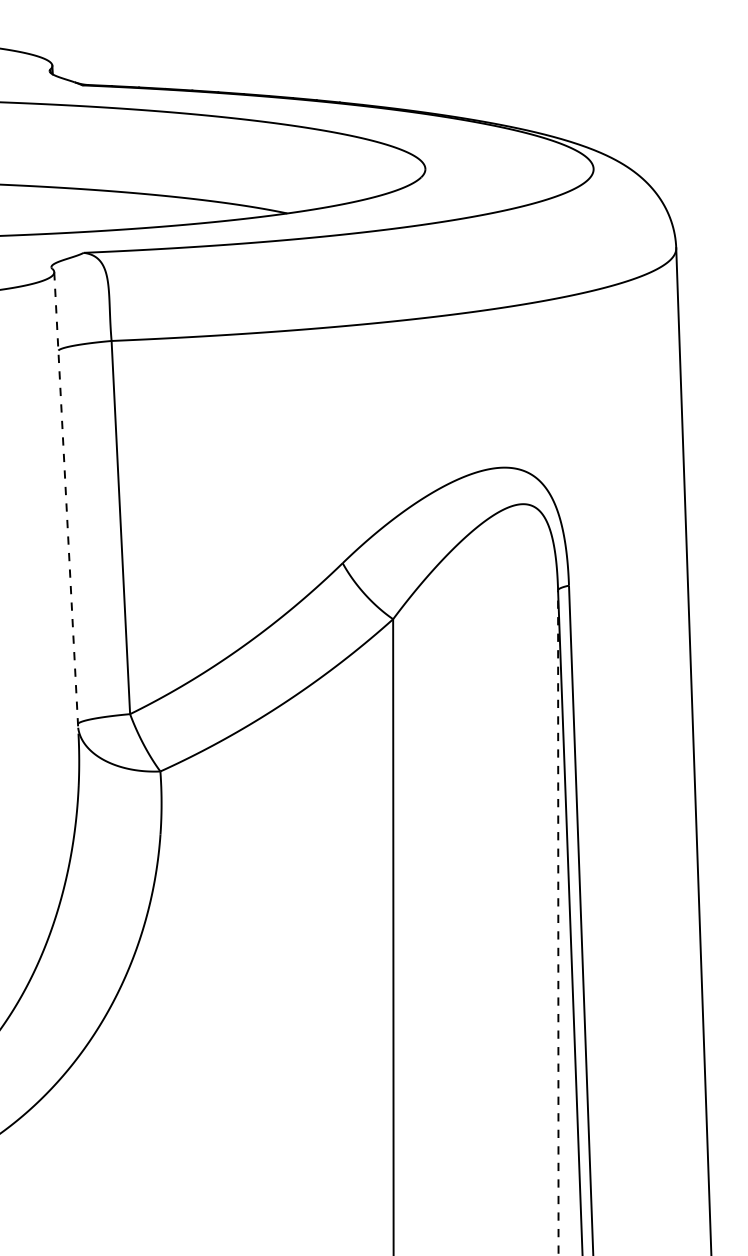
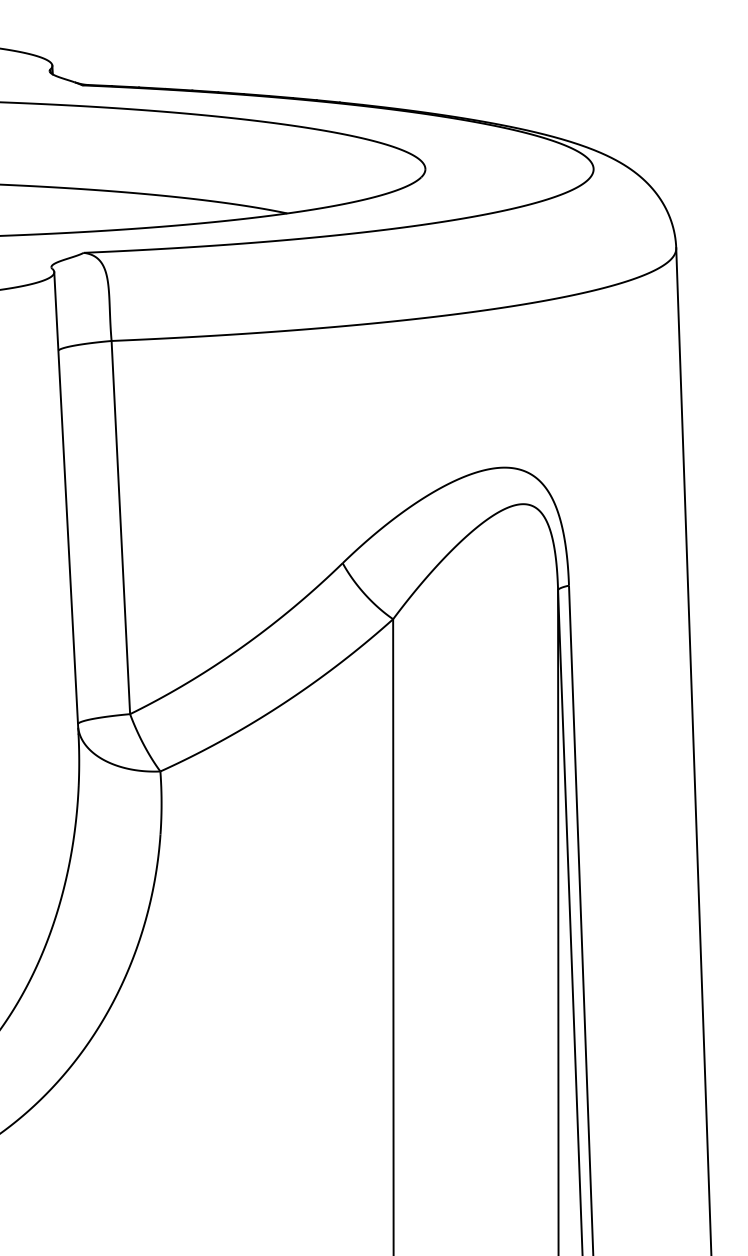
line at (66, 503): dashed -> solid
line at (558, 923): dashed -> solid
